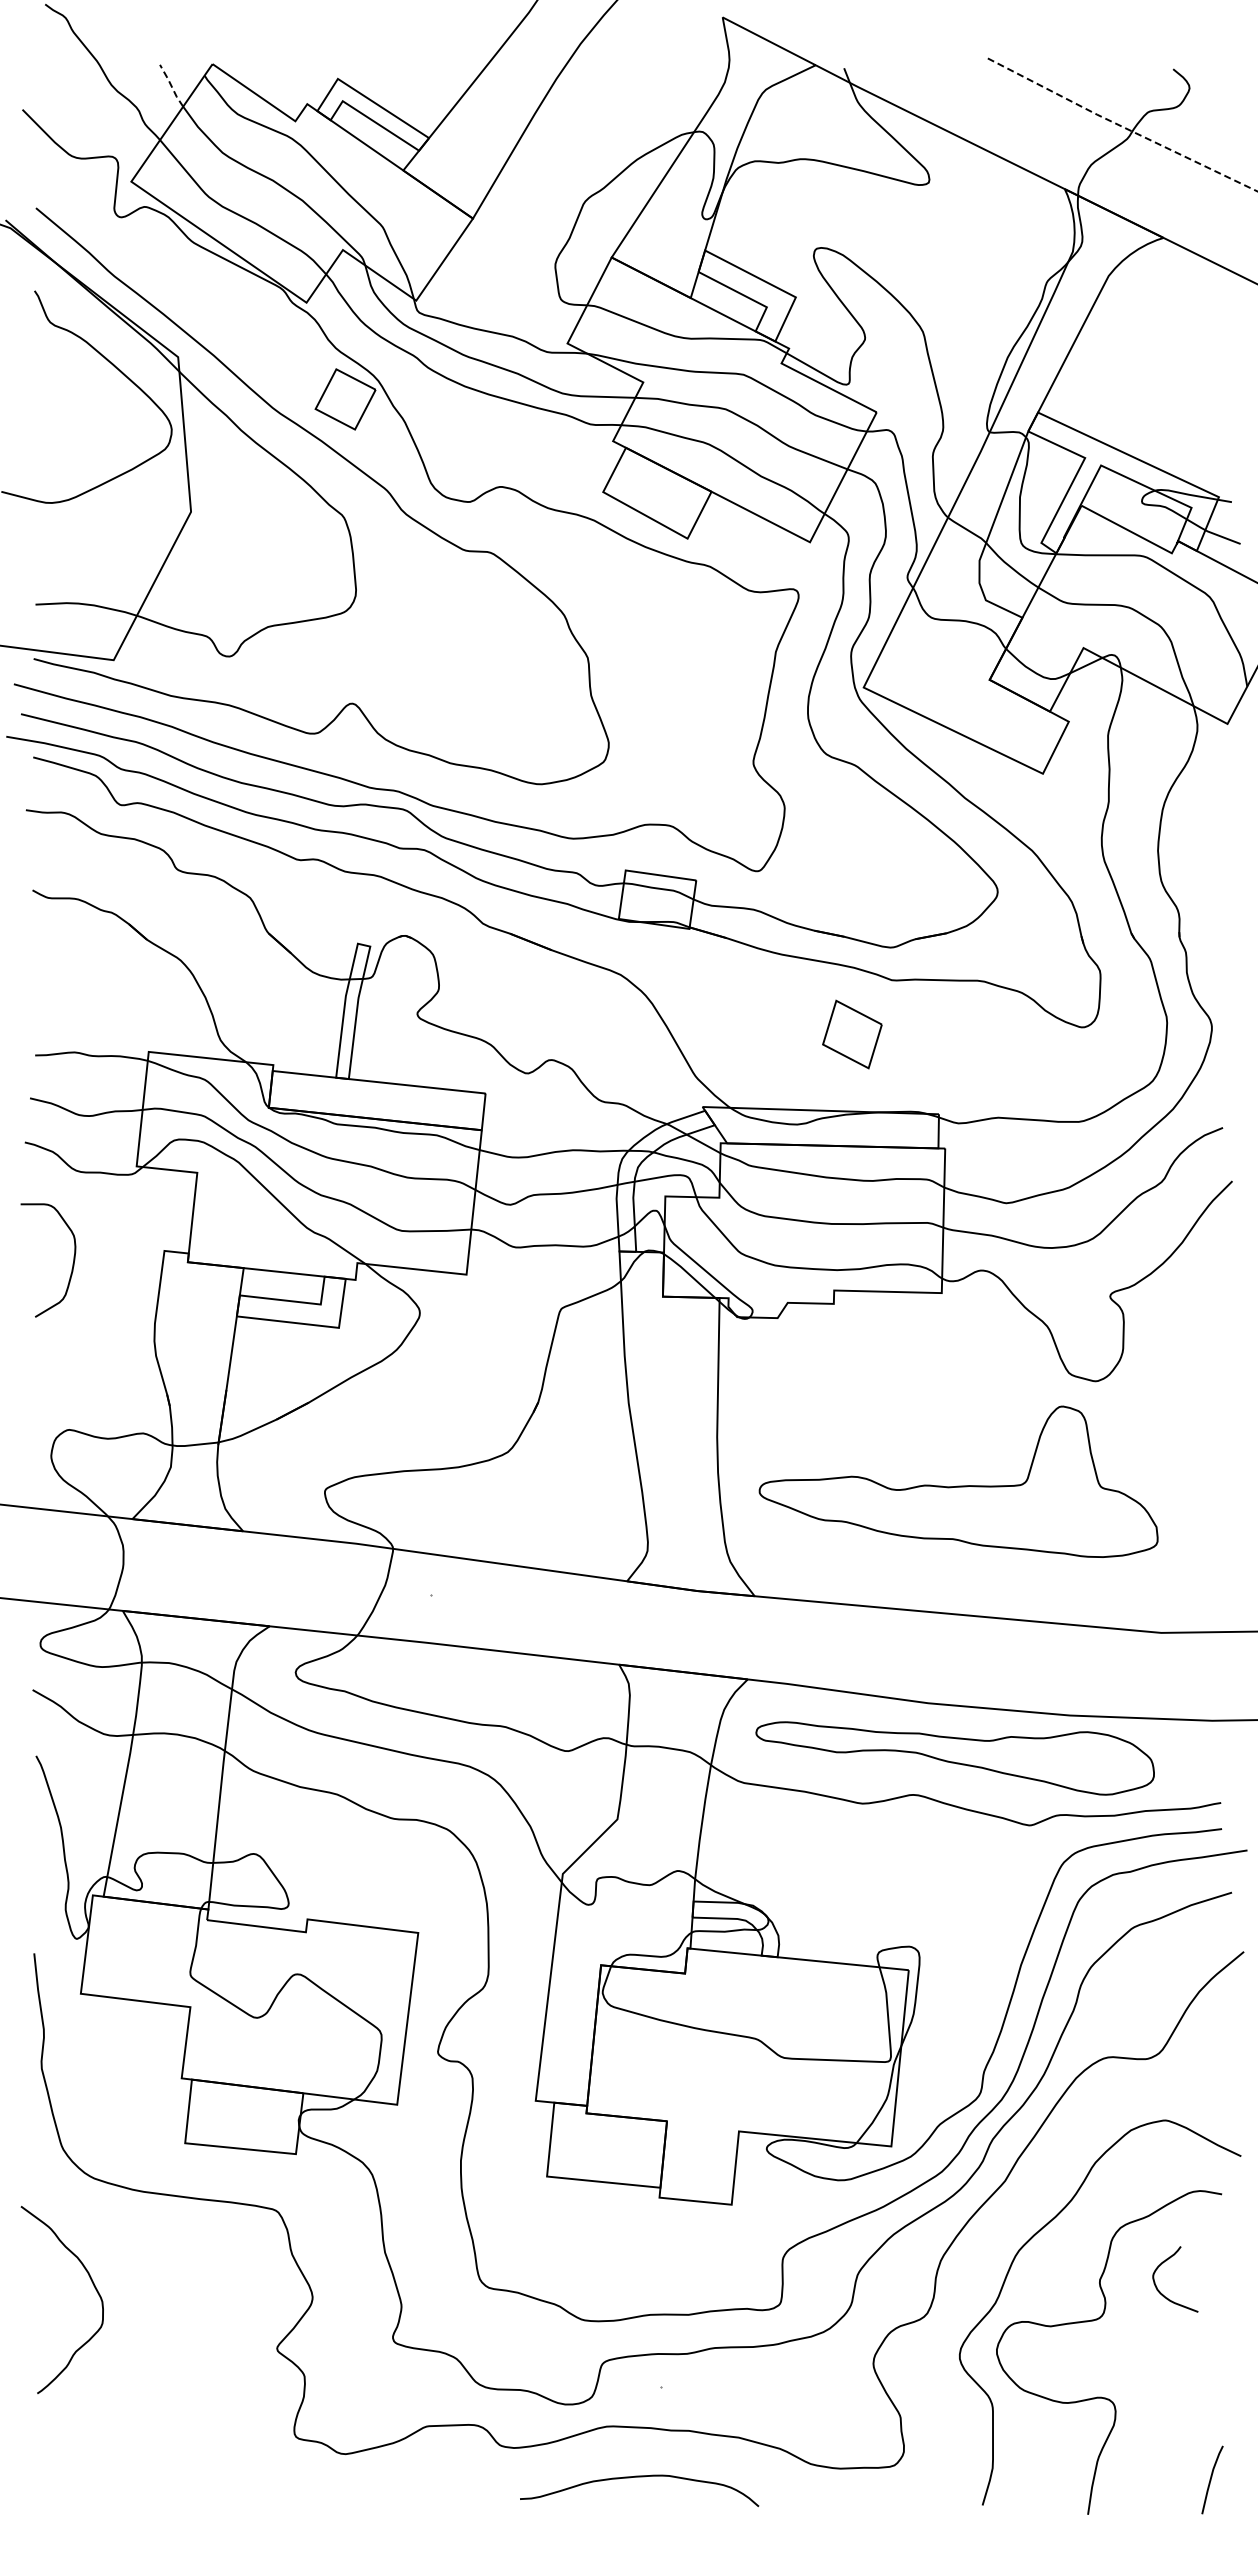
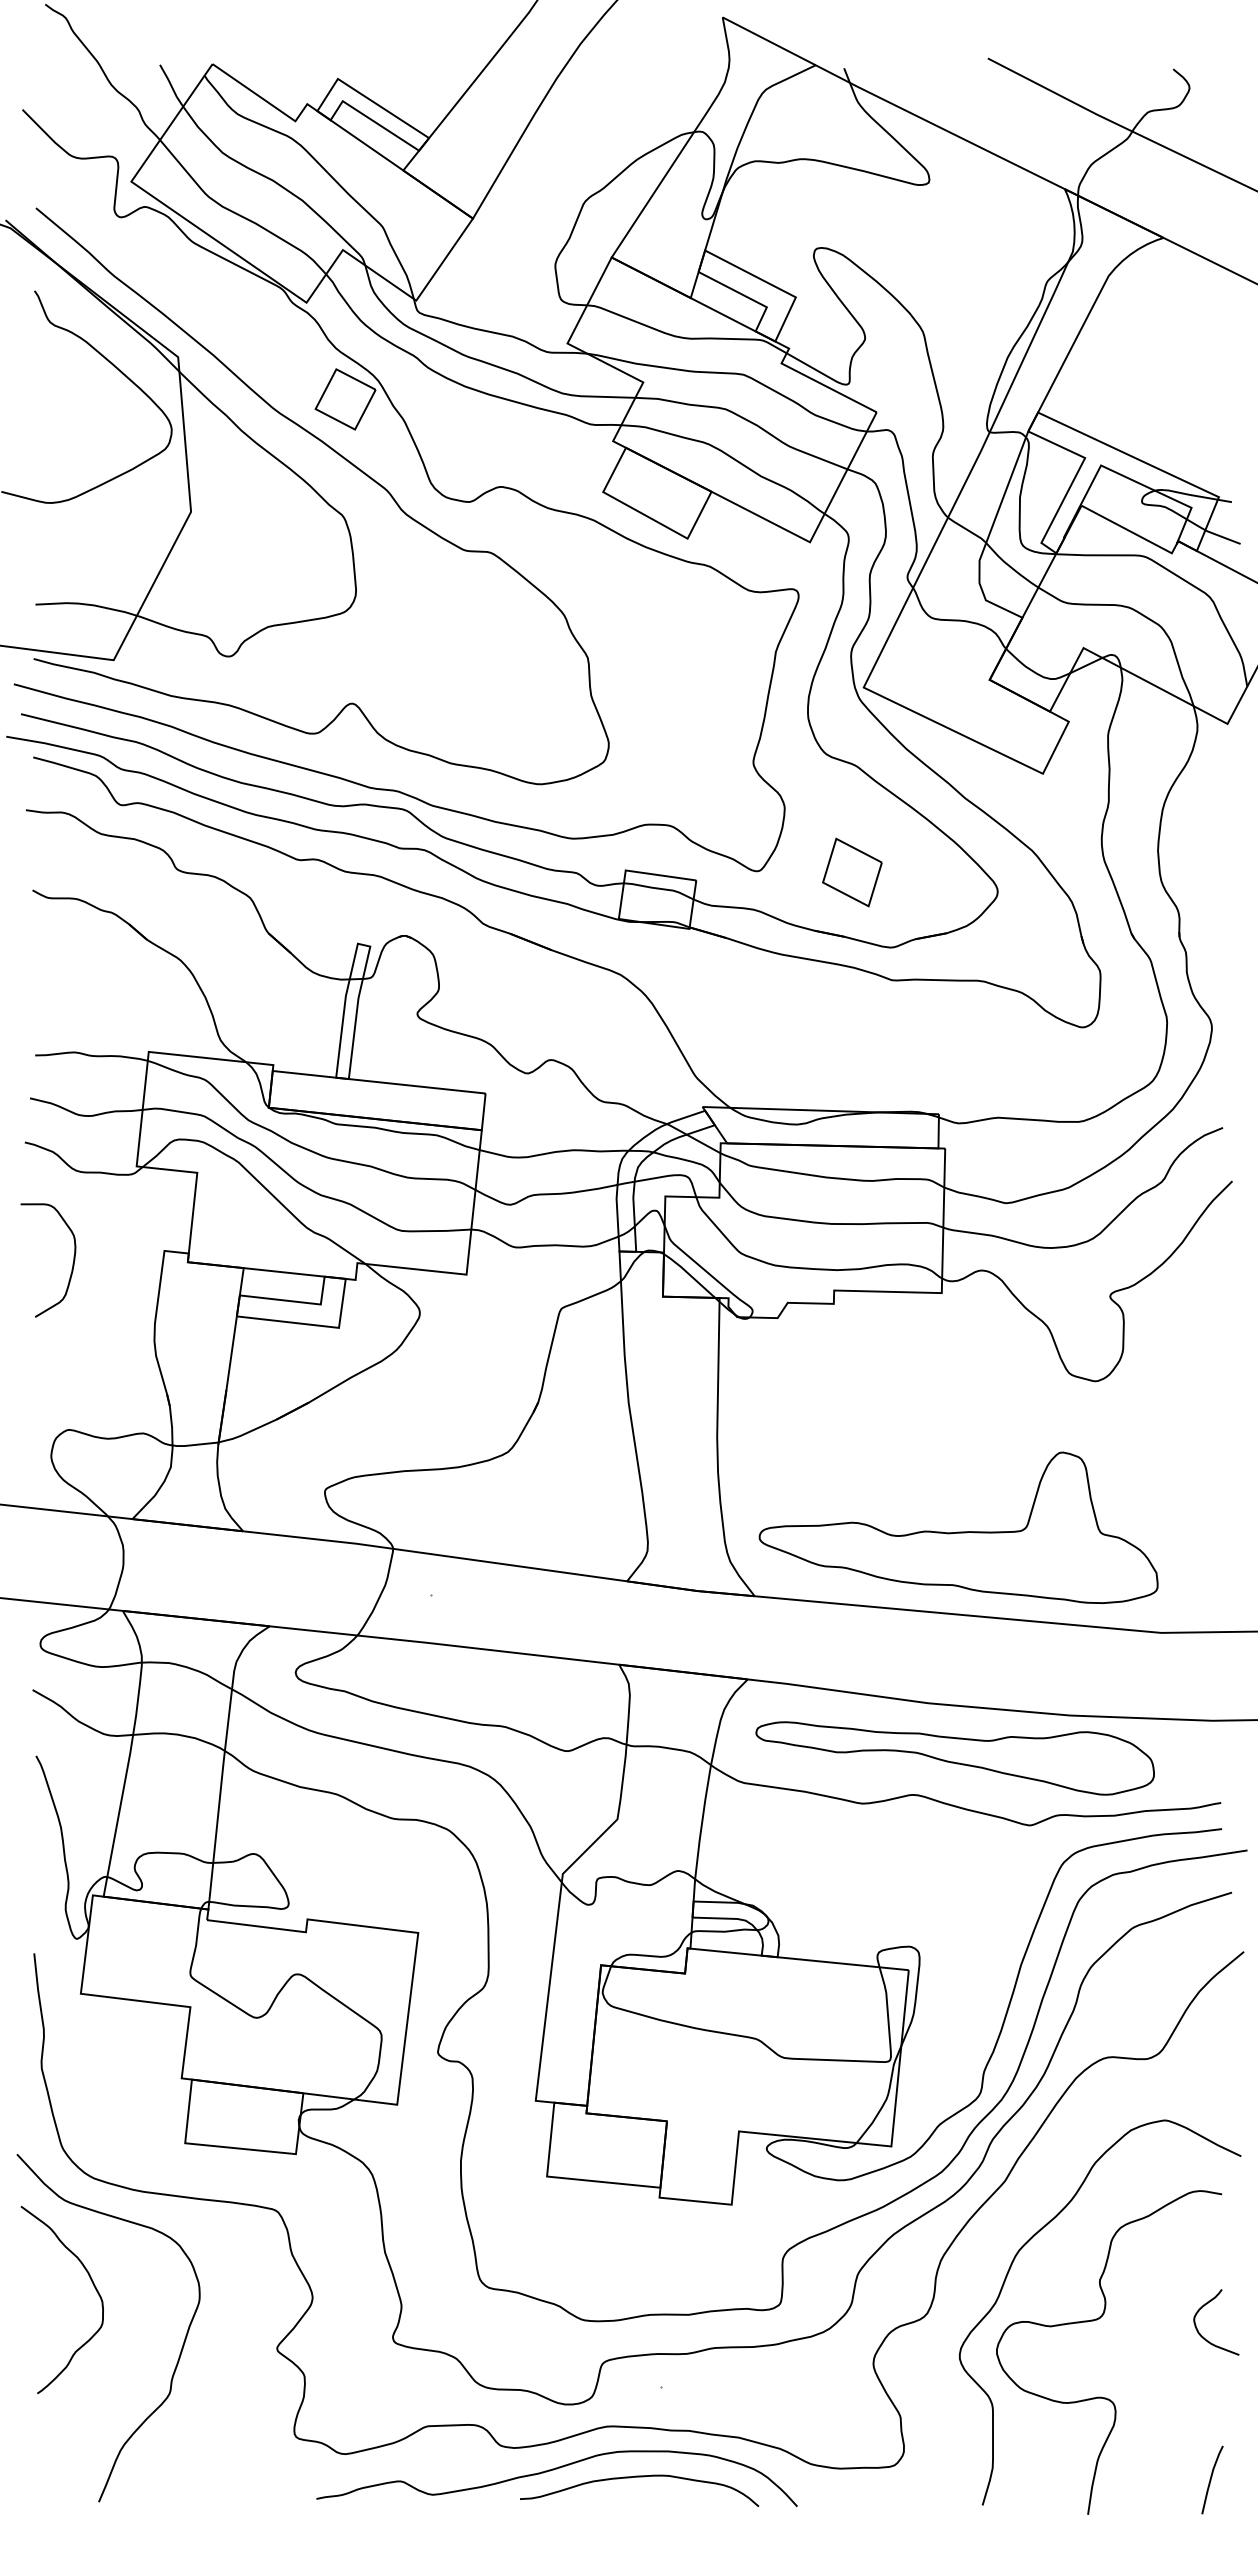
line at (171, 85): dashed -> solid
line at (1121, 126): dashed -> solid
part at (852, 1034) position: (852, 1034) -> (852, 872)
part at (958, 1481) position: (958, 1481) -> (958, 1527)
curve at (1161, 2292) position: (1161, 2292) -> (1202, 2335)
curve at (180, 2350): none -> present
curve at (553, 2470): none -> present
